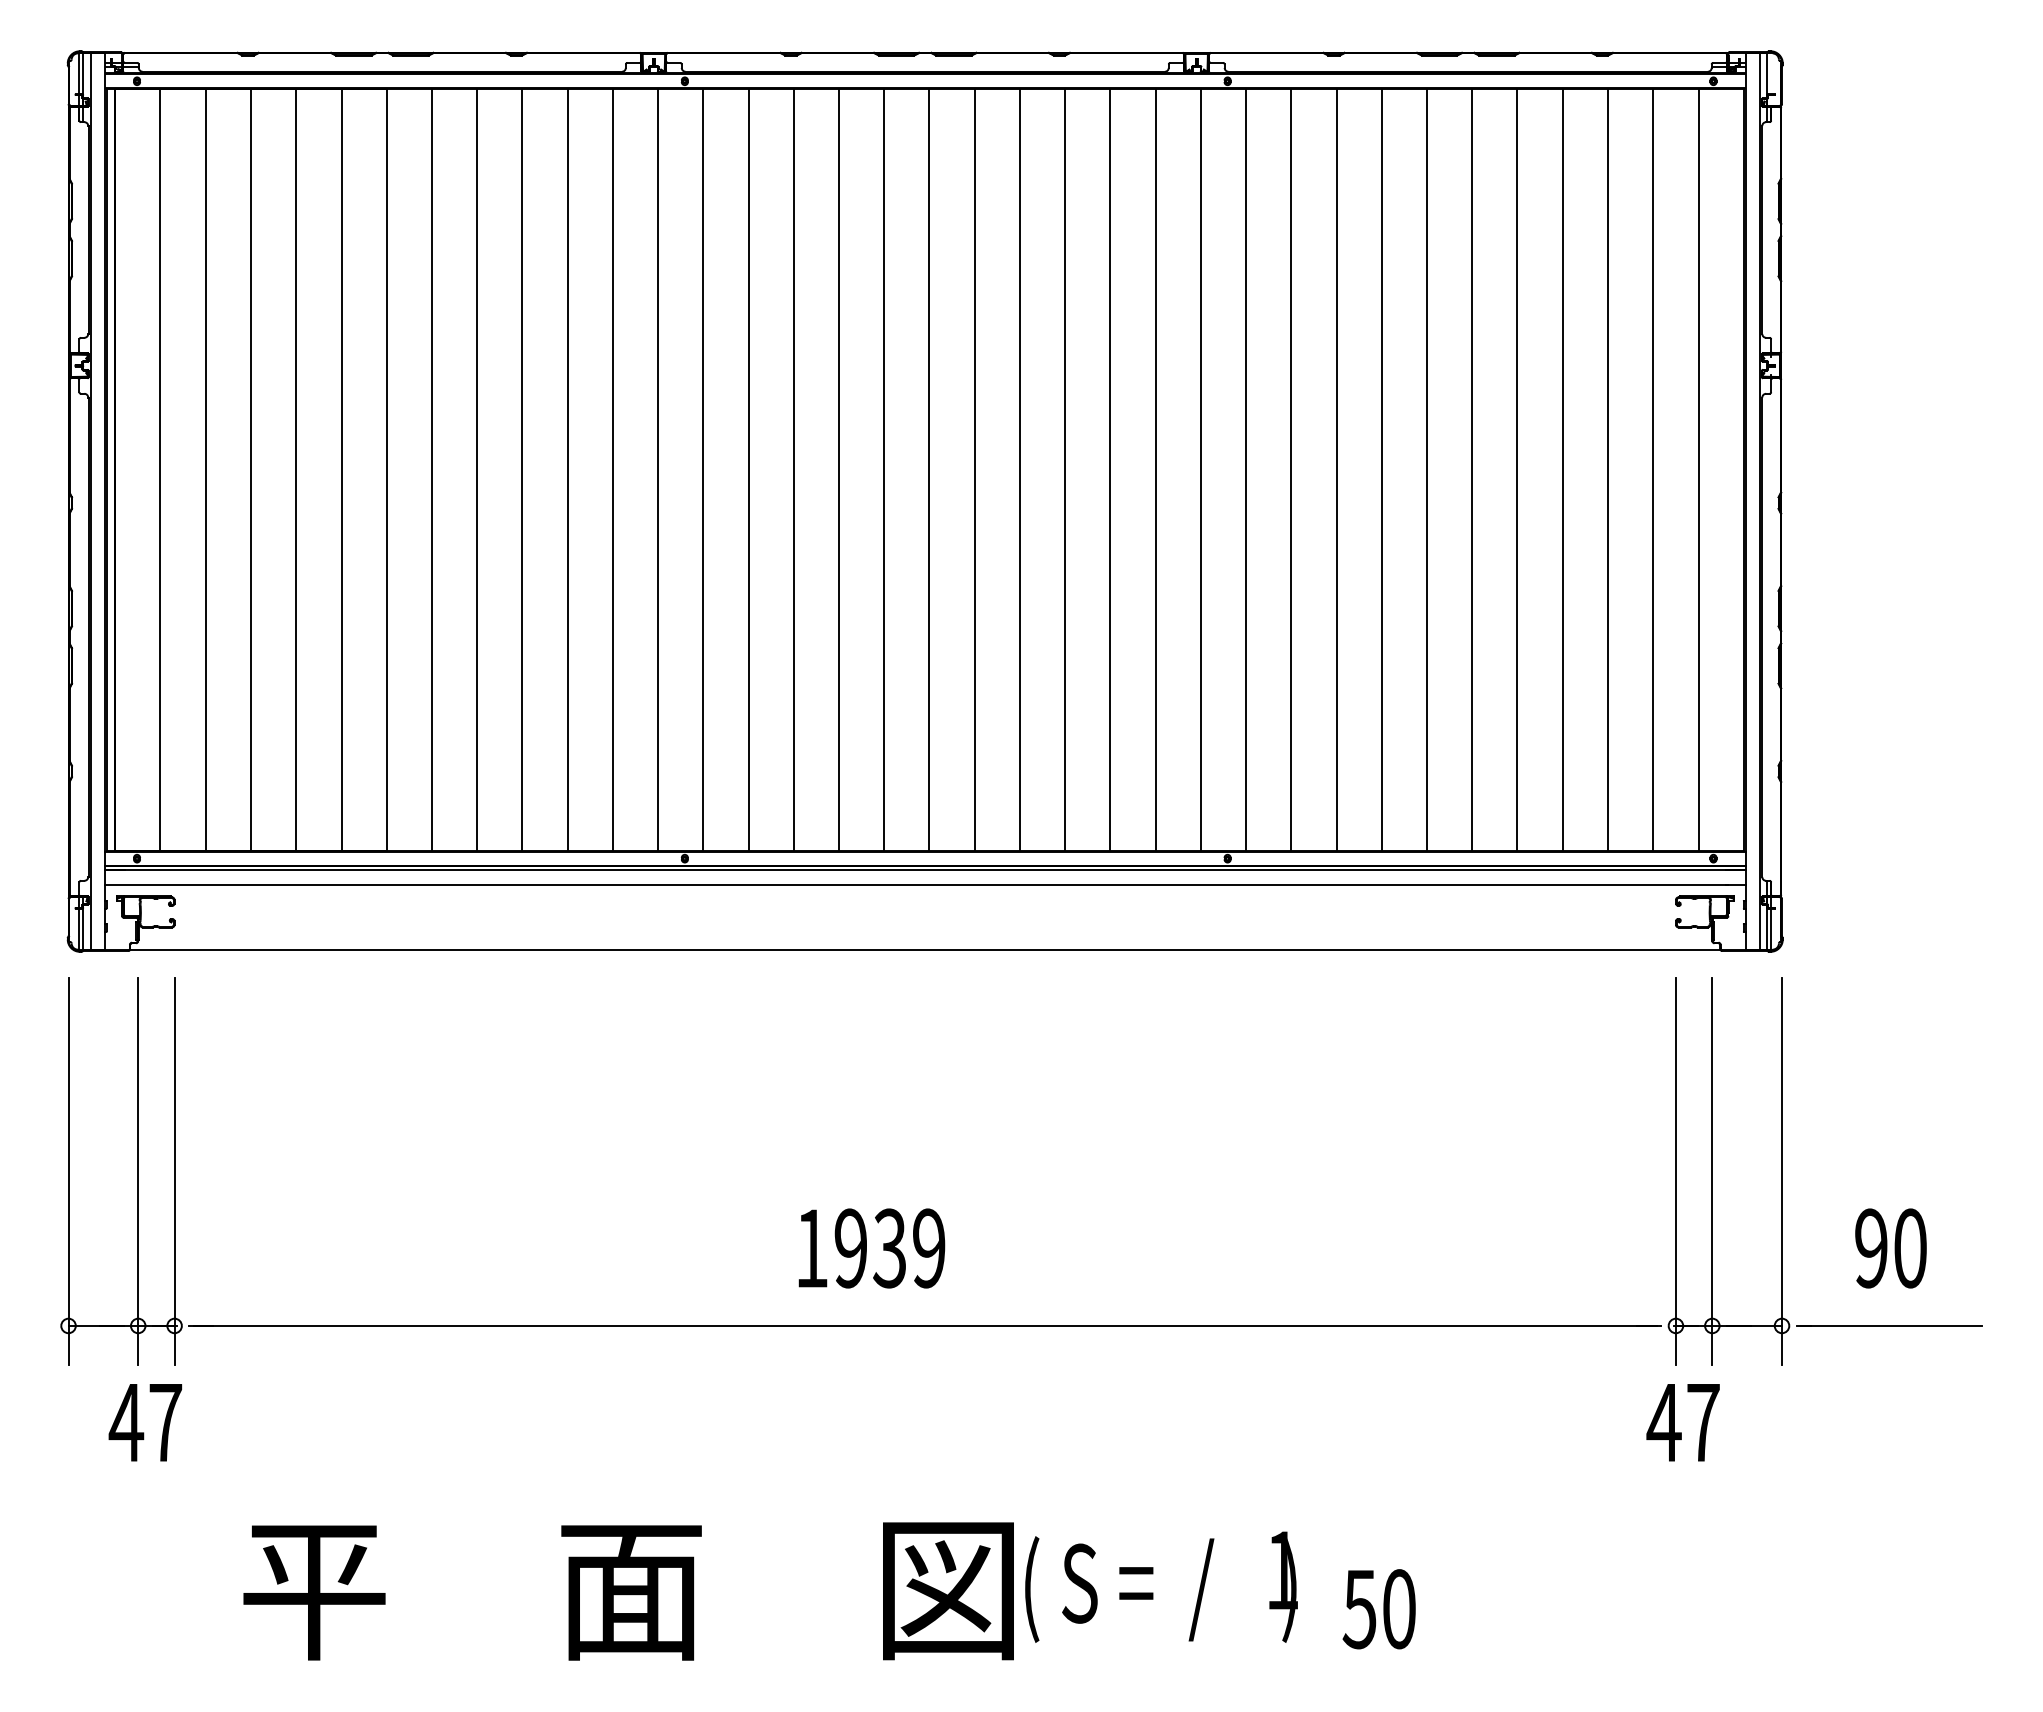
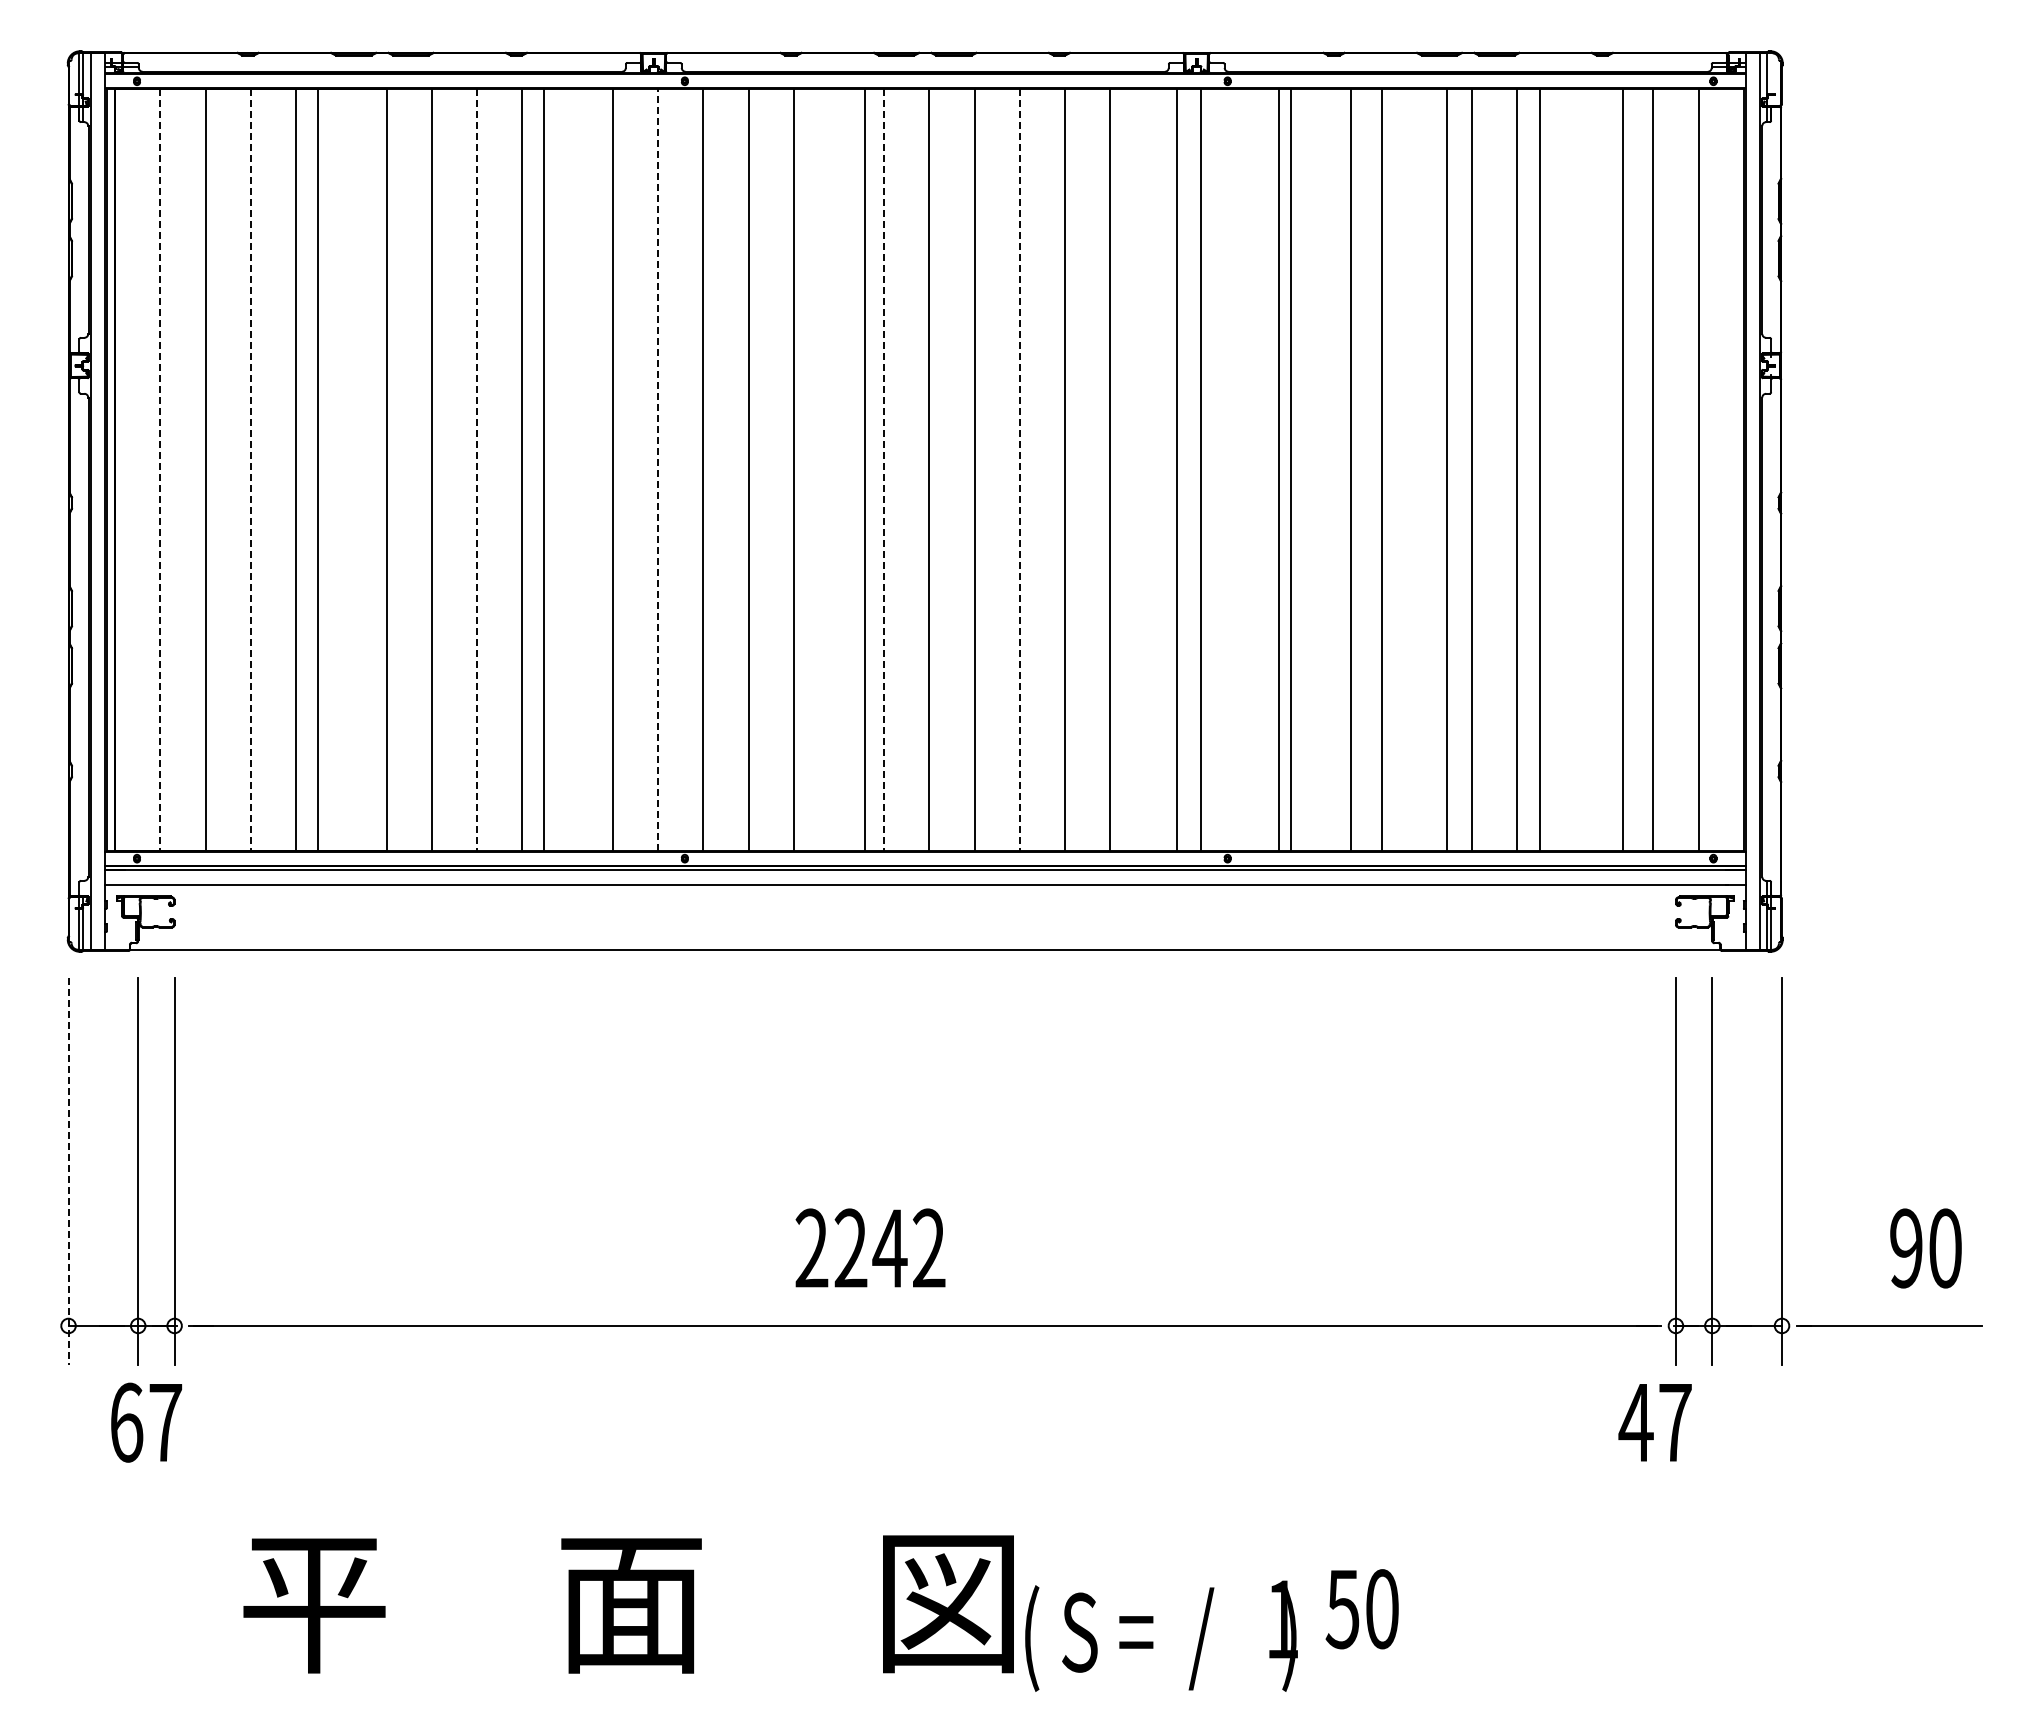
line at (160, 469): solid -> dashed
line at (251, 469): solid -> dashed
line at (341, 469) position: (341, 469) -> (317, 469)
line at (477, 469): solid -> dashed
line at (567, 469) position: (567, 469) -> (543, 469)
line at (658, 469): solid -> dashed
line at (839, 469) position: (839, 469) -> (865, 469)
line at (884, 469): solid -> dashed
line at (1019, 469): solid -> dashed
line at (1155, 469) position: (1155, 469) -> (1176, 469)
line at (1245, 469) position: (1245, 469) -> (1278, 469)
line at (1336, 469) position: (1336, 469) -> (1350, 469)
line at (1427, 469) position: (1427, 469) -> (1447, 469)
line at (1562, 469) position: (1562, 469) -> (1539, 469)
line at (1607, 469) position: (1607, 469) -> (1622, 469)
line at (68, 1171): solid -> dashed
text at (870, 1248): 1939 -> 2242
text at (1890, 1248) position: (1890, 1248) -> (1925, 1248)
text at (126, 1422): 47 -> 67
text at (1682, 1422) position: (1682, 1422) -> (1654, 1422)
text at (1161, 1586) position: (1161, 1586) -> (1161, 1635)
text at (628, 1591) position: (628, 1591) -> (628, 1604)
text at (1378, 1609) position: (1378, 1609) -> (1361, 1609)
